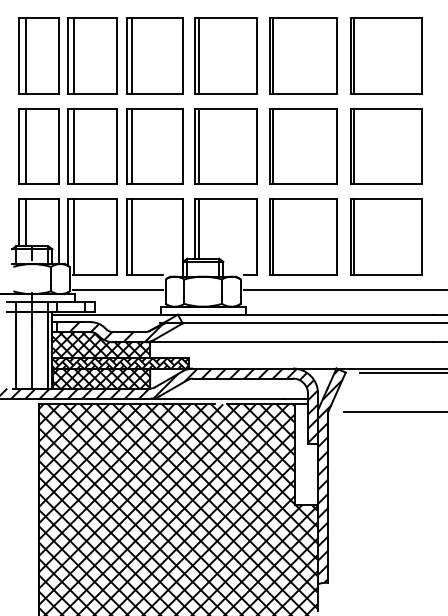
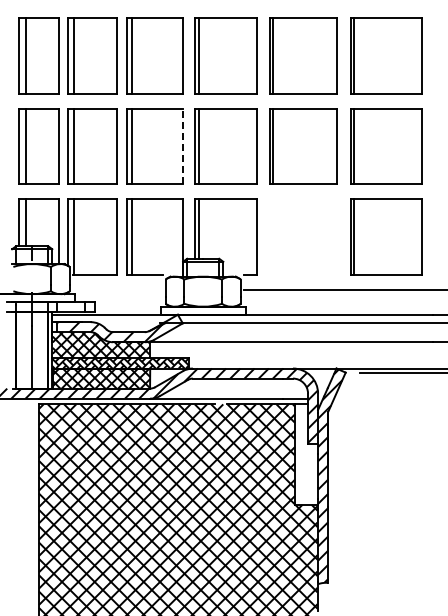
line at (182, 146): solid -> dashed
part at (303, 236): present -> none
line at (117, 289): present -> none
line at (393, 412): present -> none
